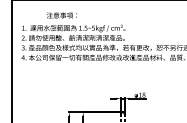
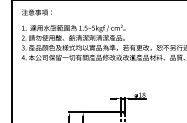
text at (61, 15) position: (61, 15) -> (36, 12)
